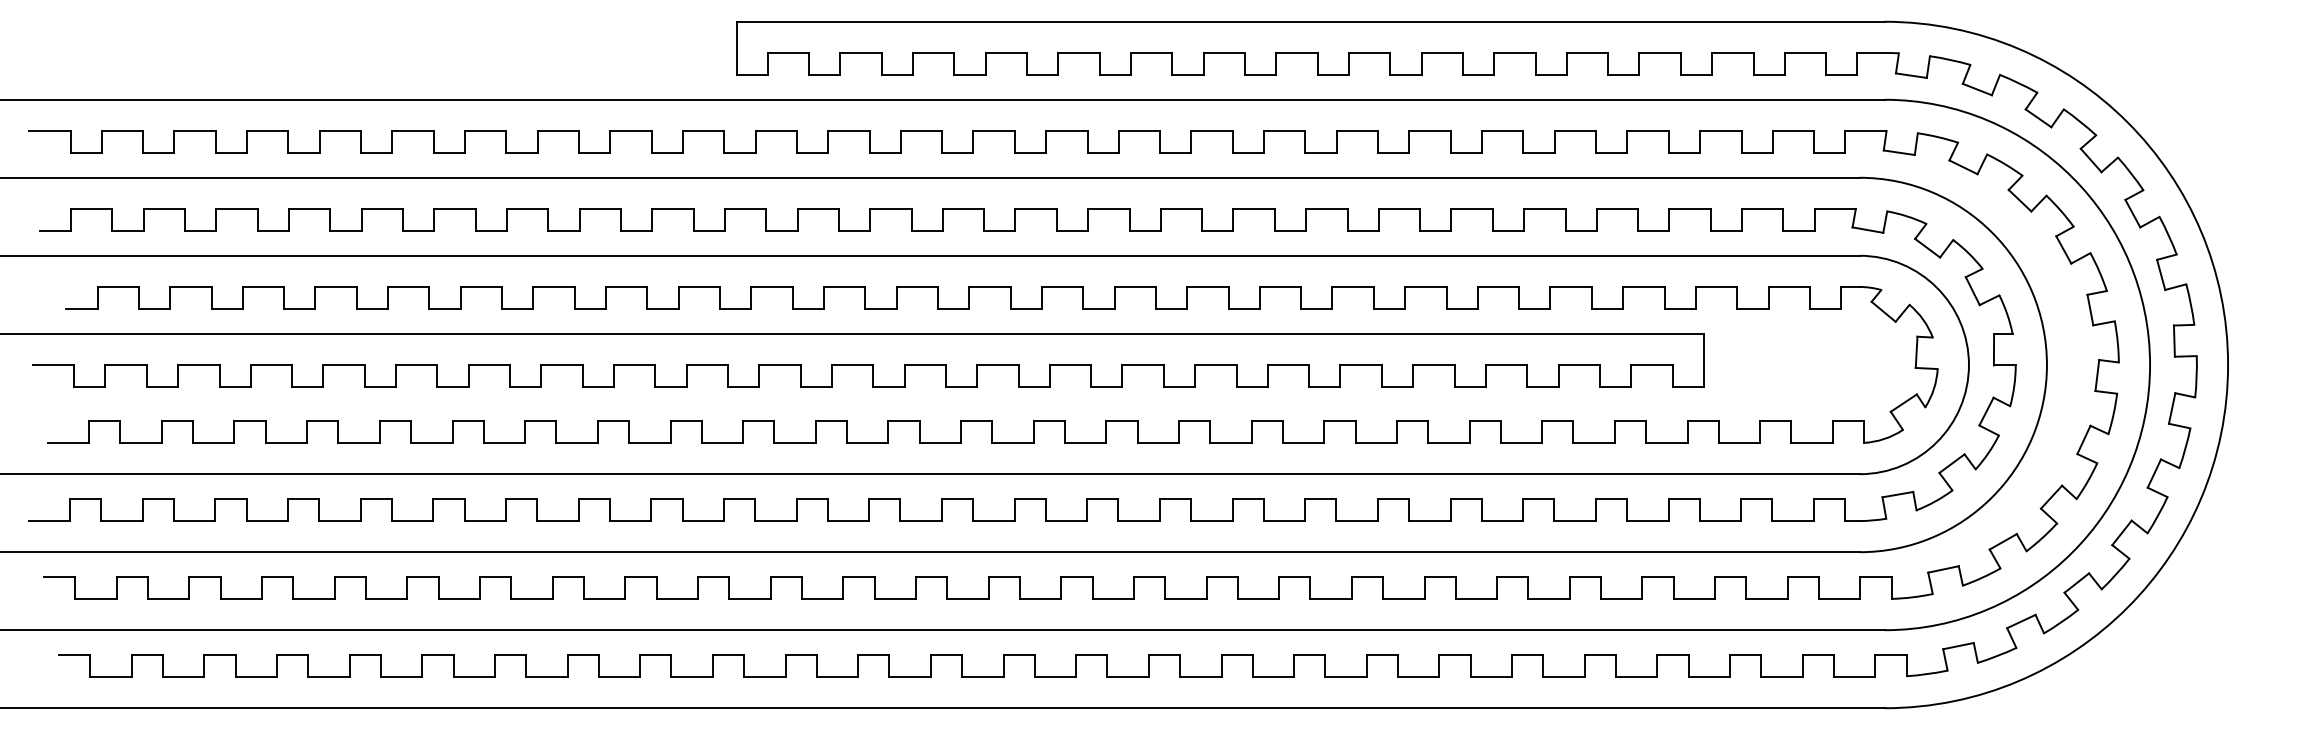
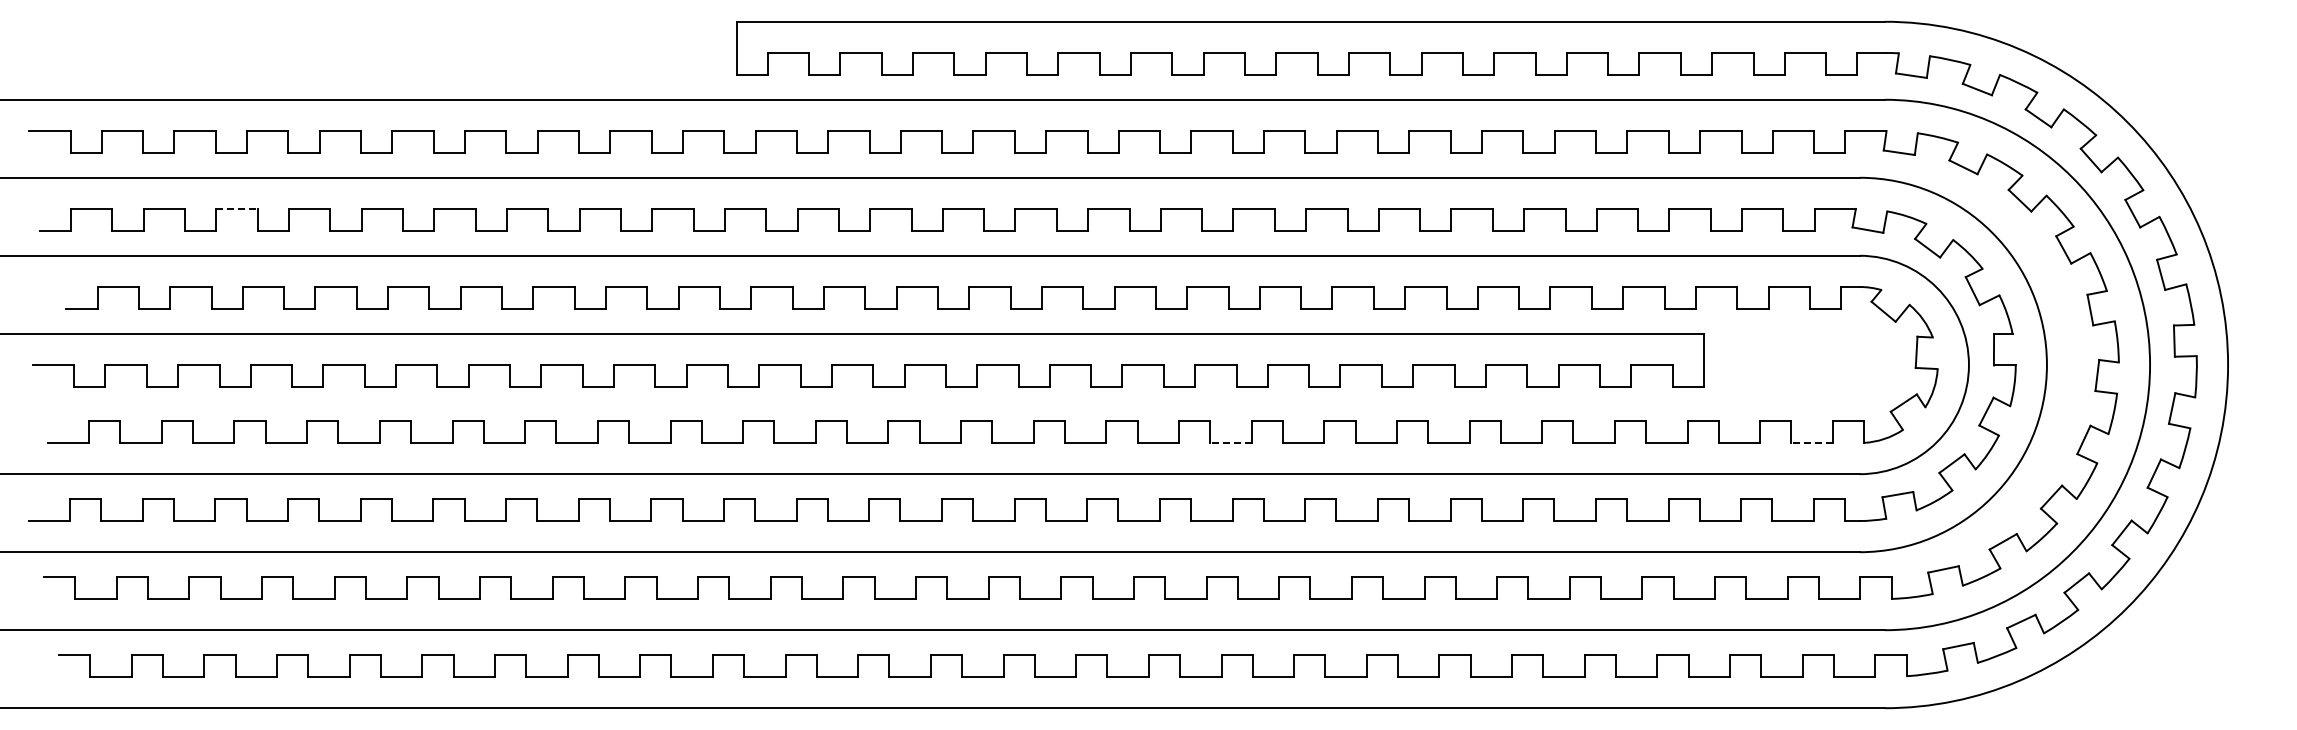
line at (237, 208): solid -> dashed
line at (1230, 443): solid -> dashed
line at (1812, 443): solid -> dashed
